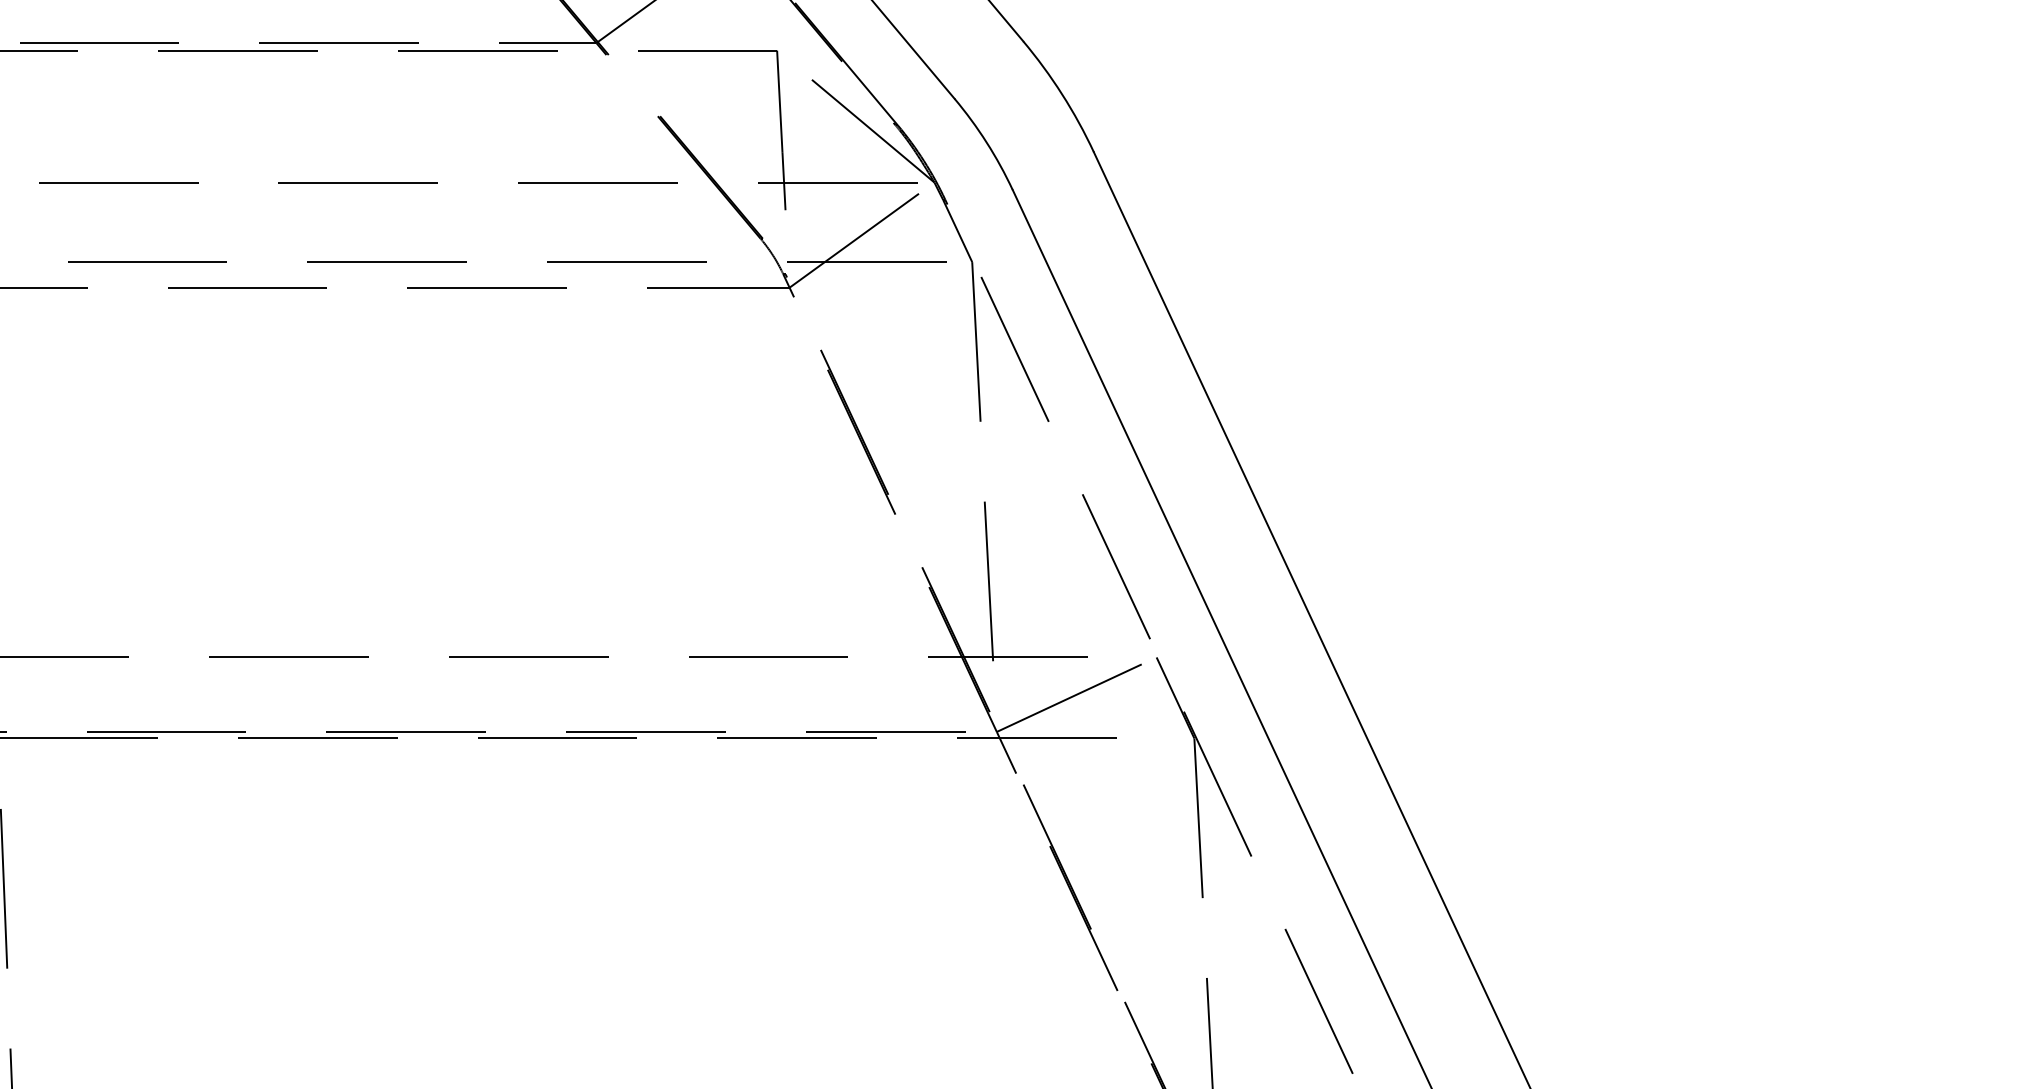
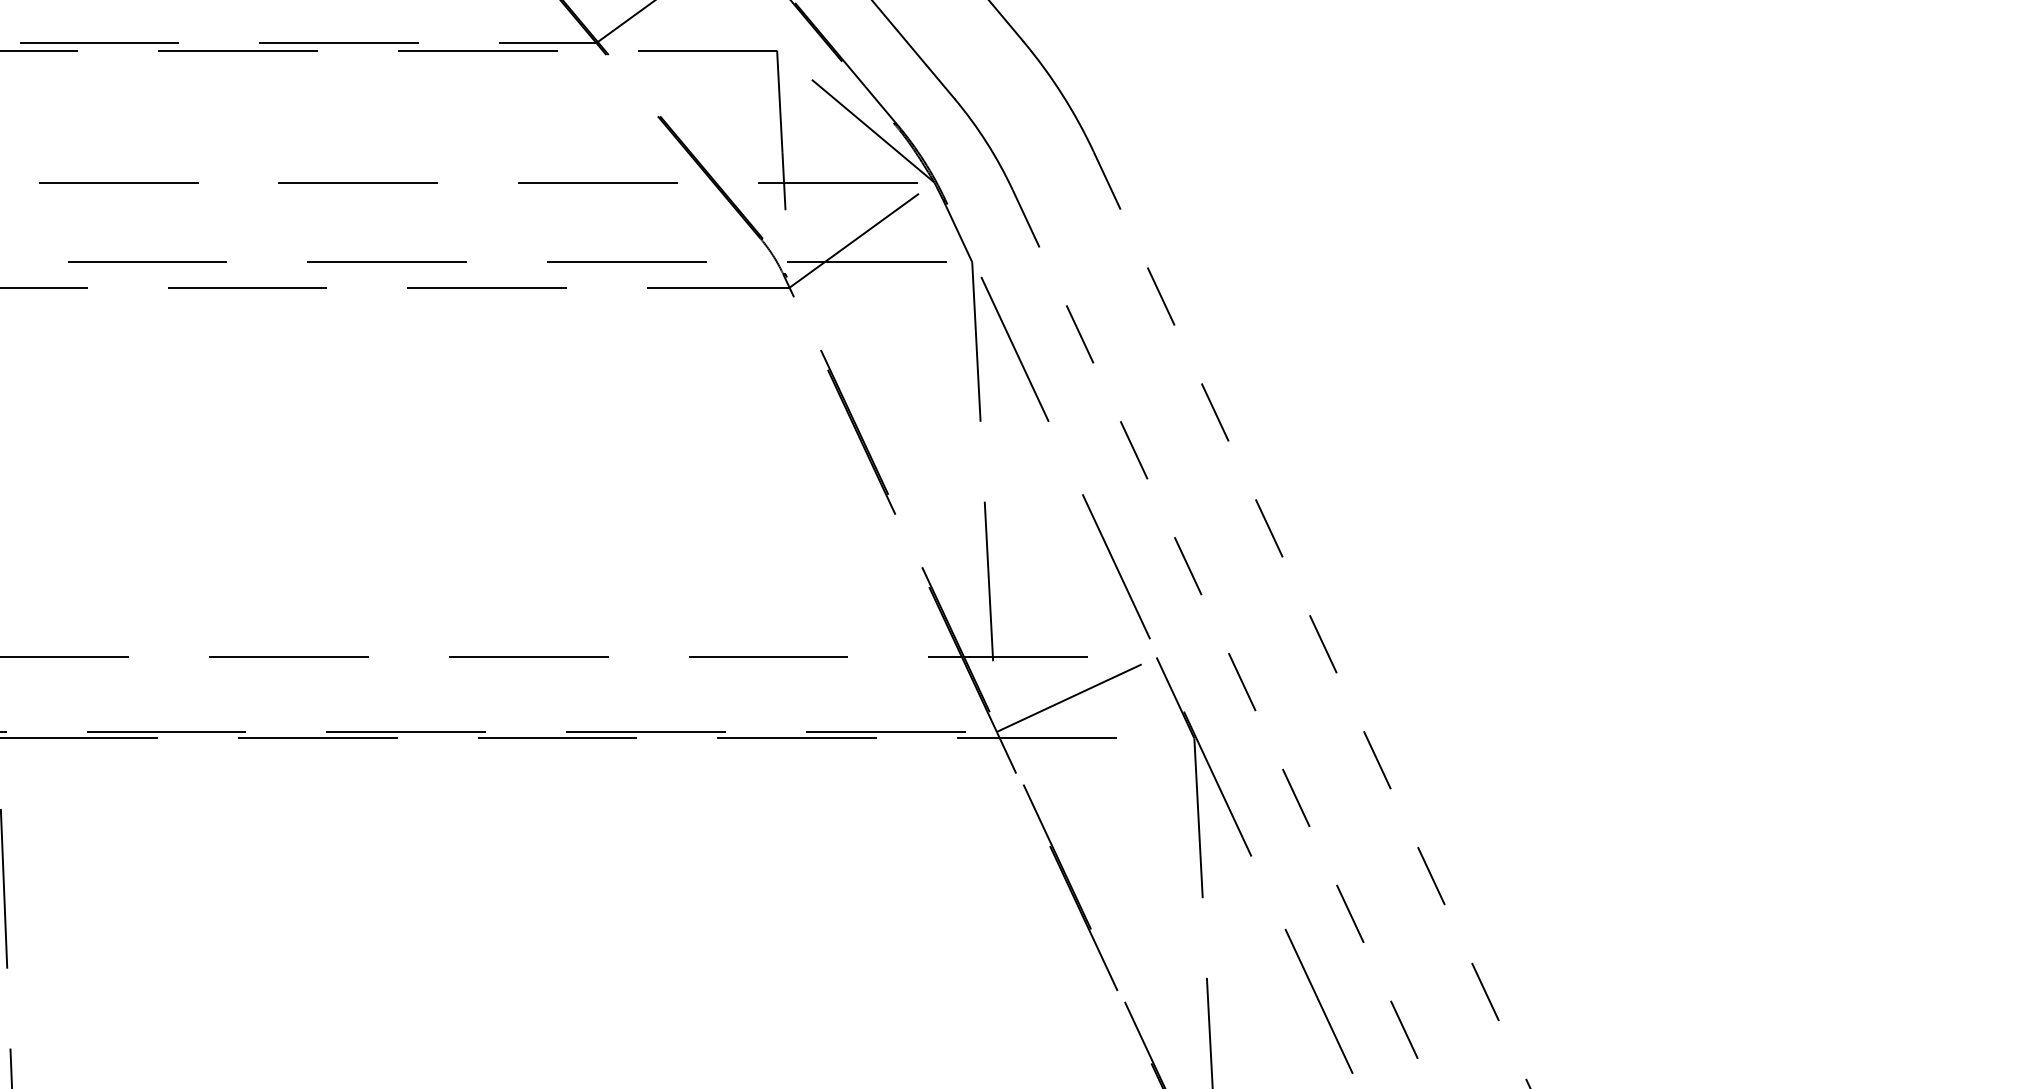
line at (1311, 619): solid -> dashed
line at (1222, 639): solid -> dashed
